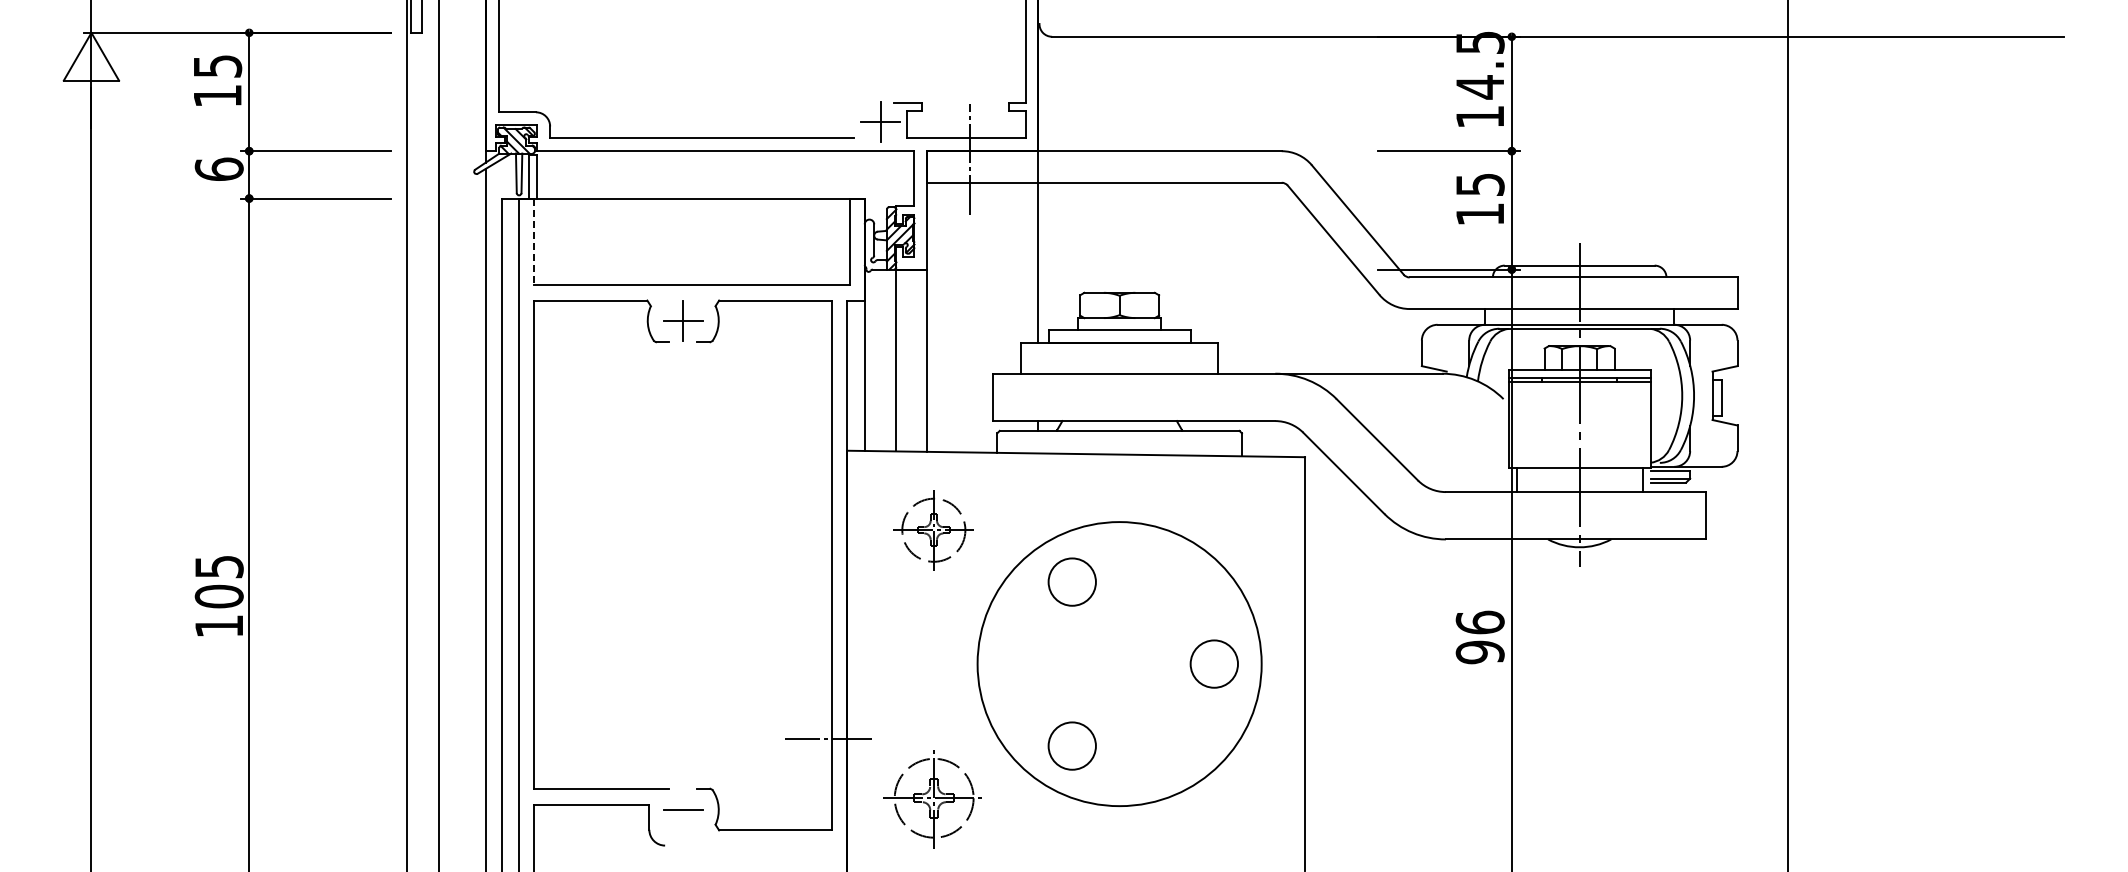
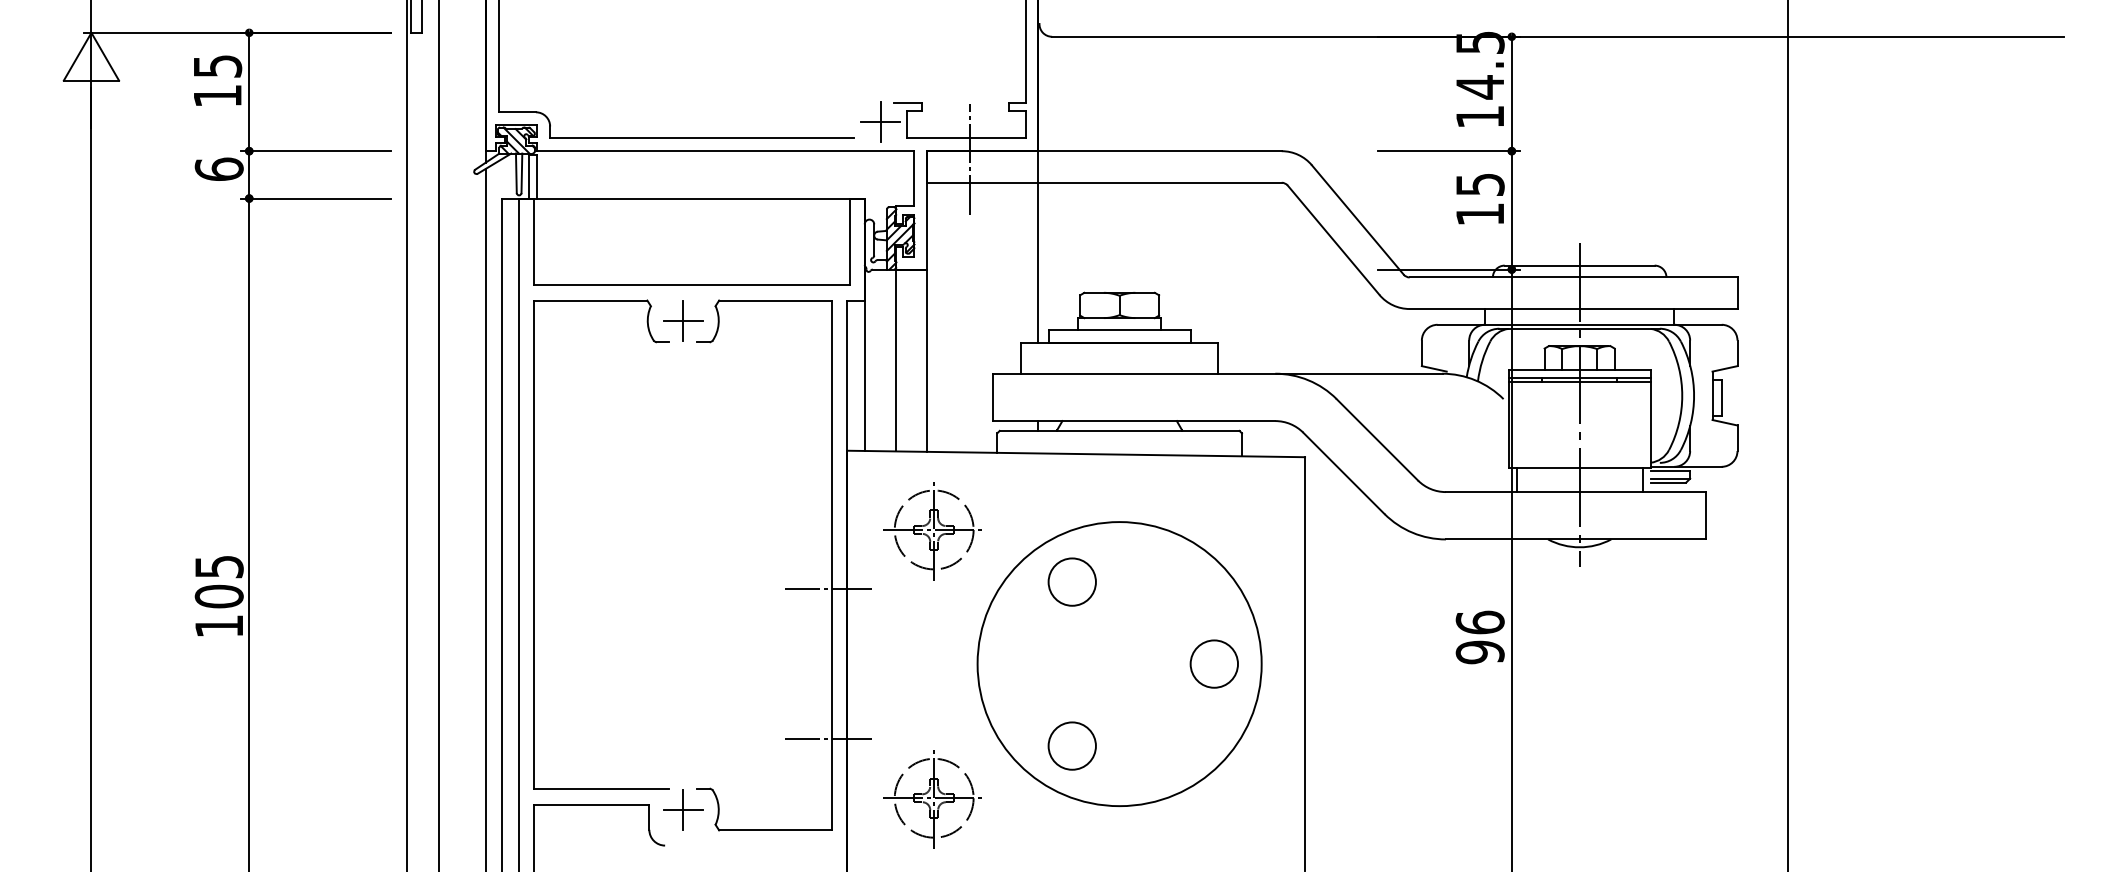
line at (534, 242): dashed -> solid
part at (933, 530) size: 81x81 px -> 99x99 px
line at (827, 589): none -> present
line at (683, 809): none -> present
